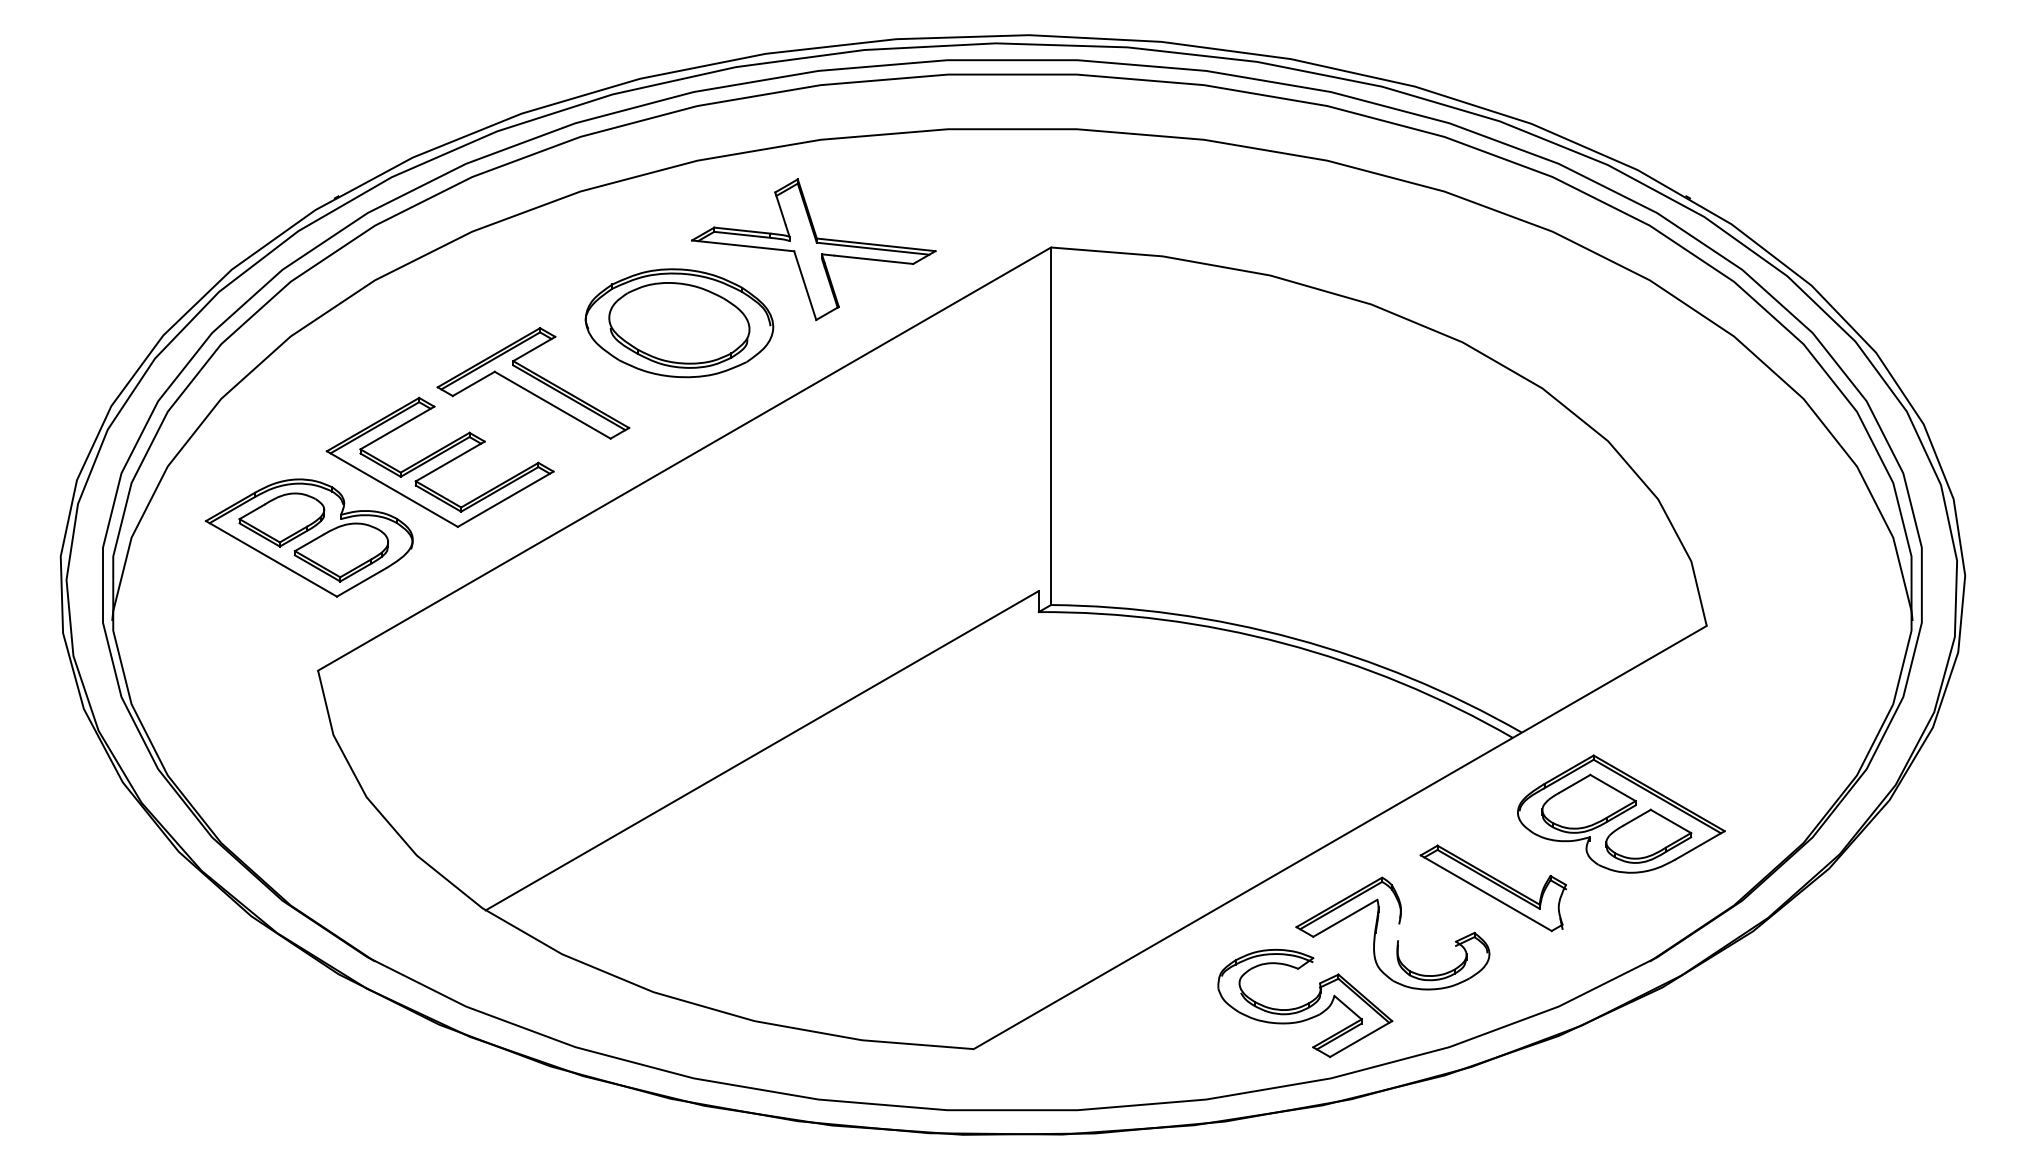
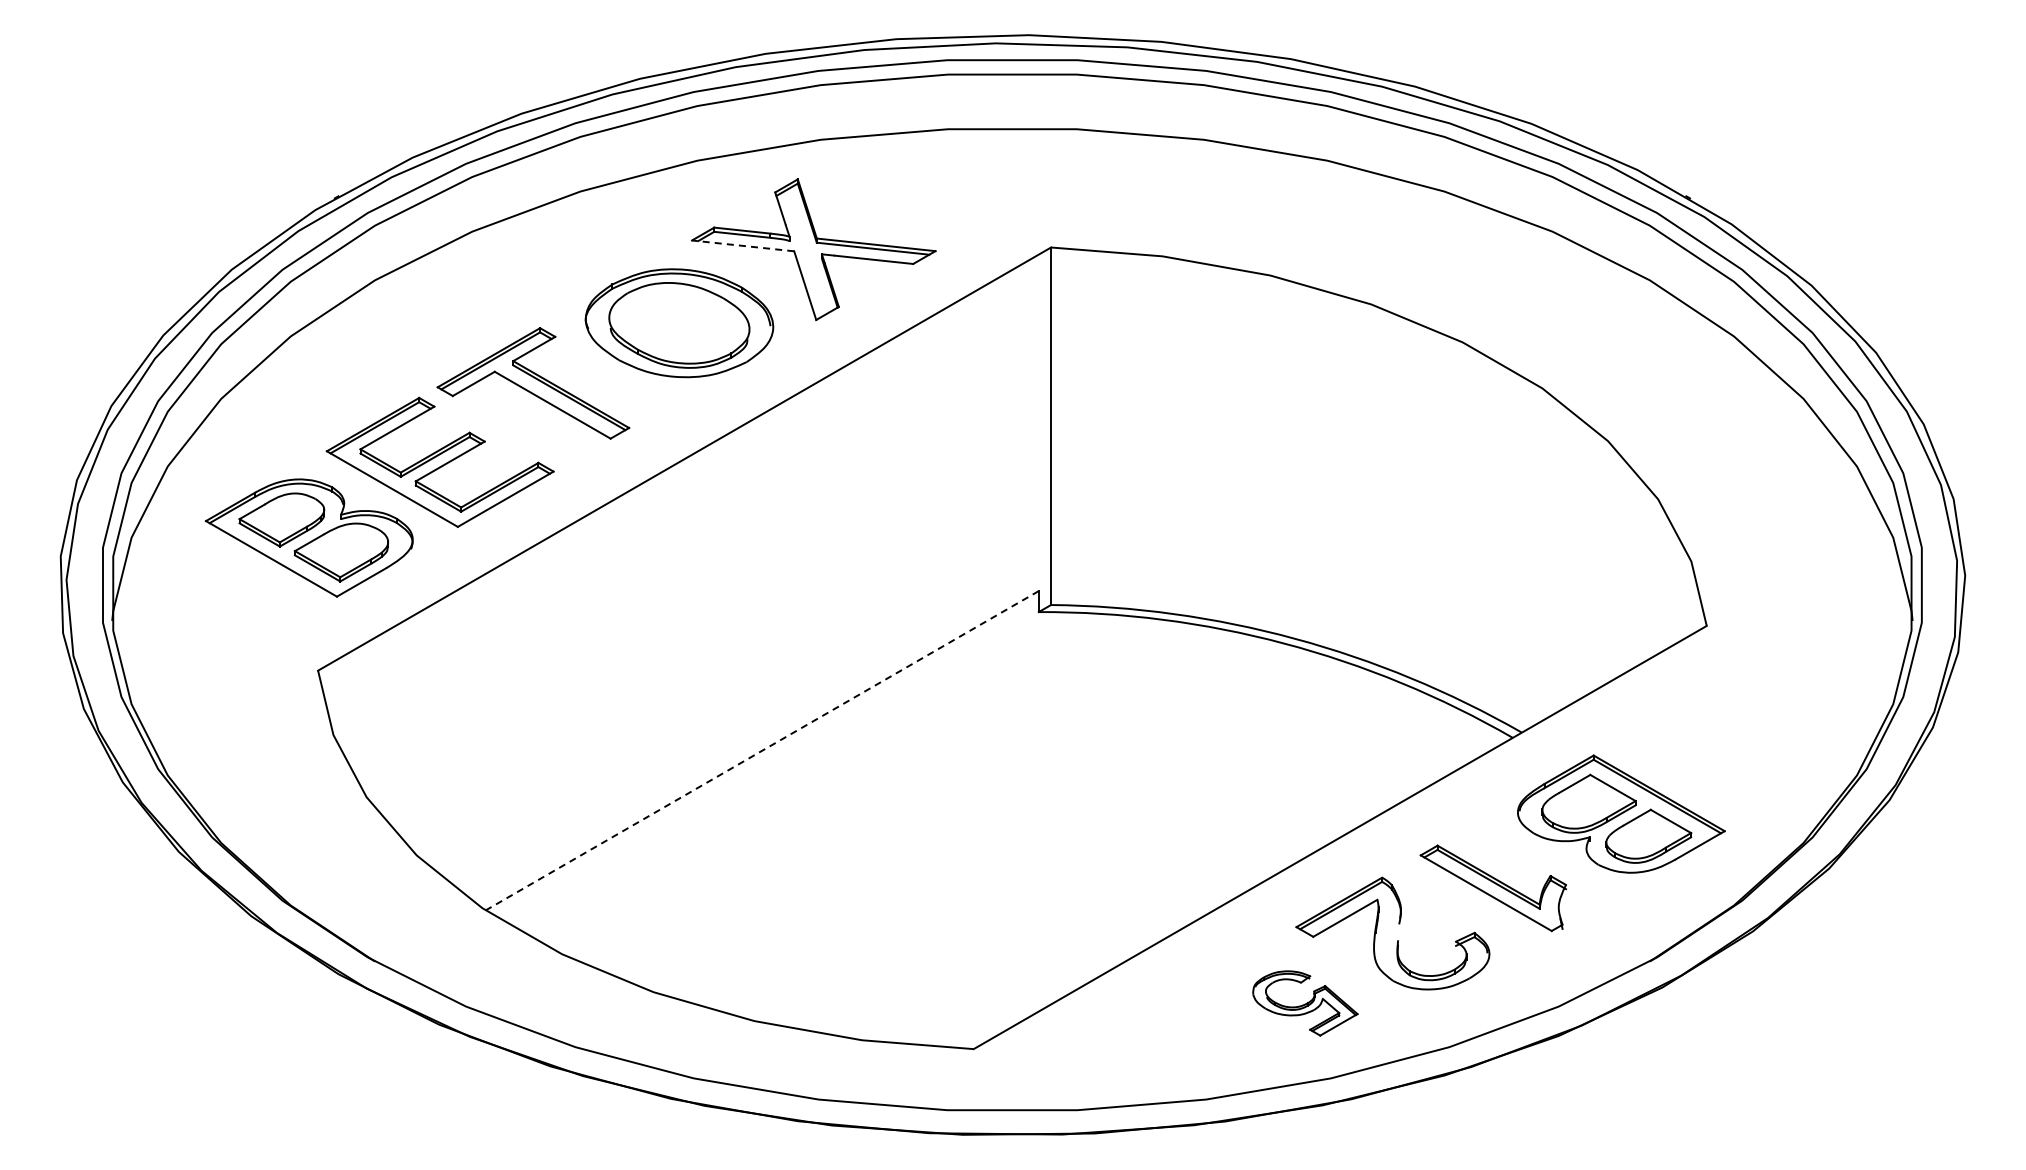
line at (742, 245): solid -> dashed
line at (761, 750): solid -> dashed
part at (1305, 1003) size: 177x111 px -> 107x67 px
